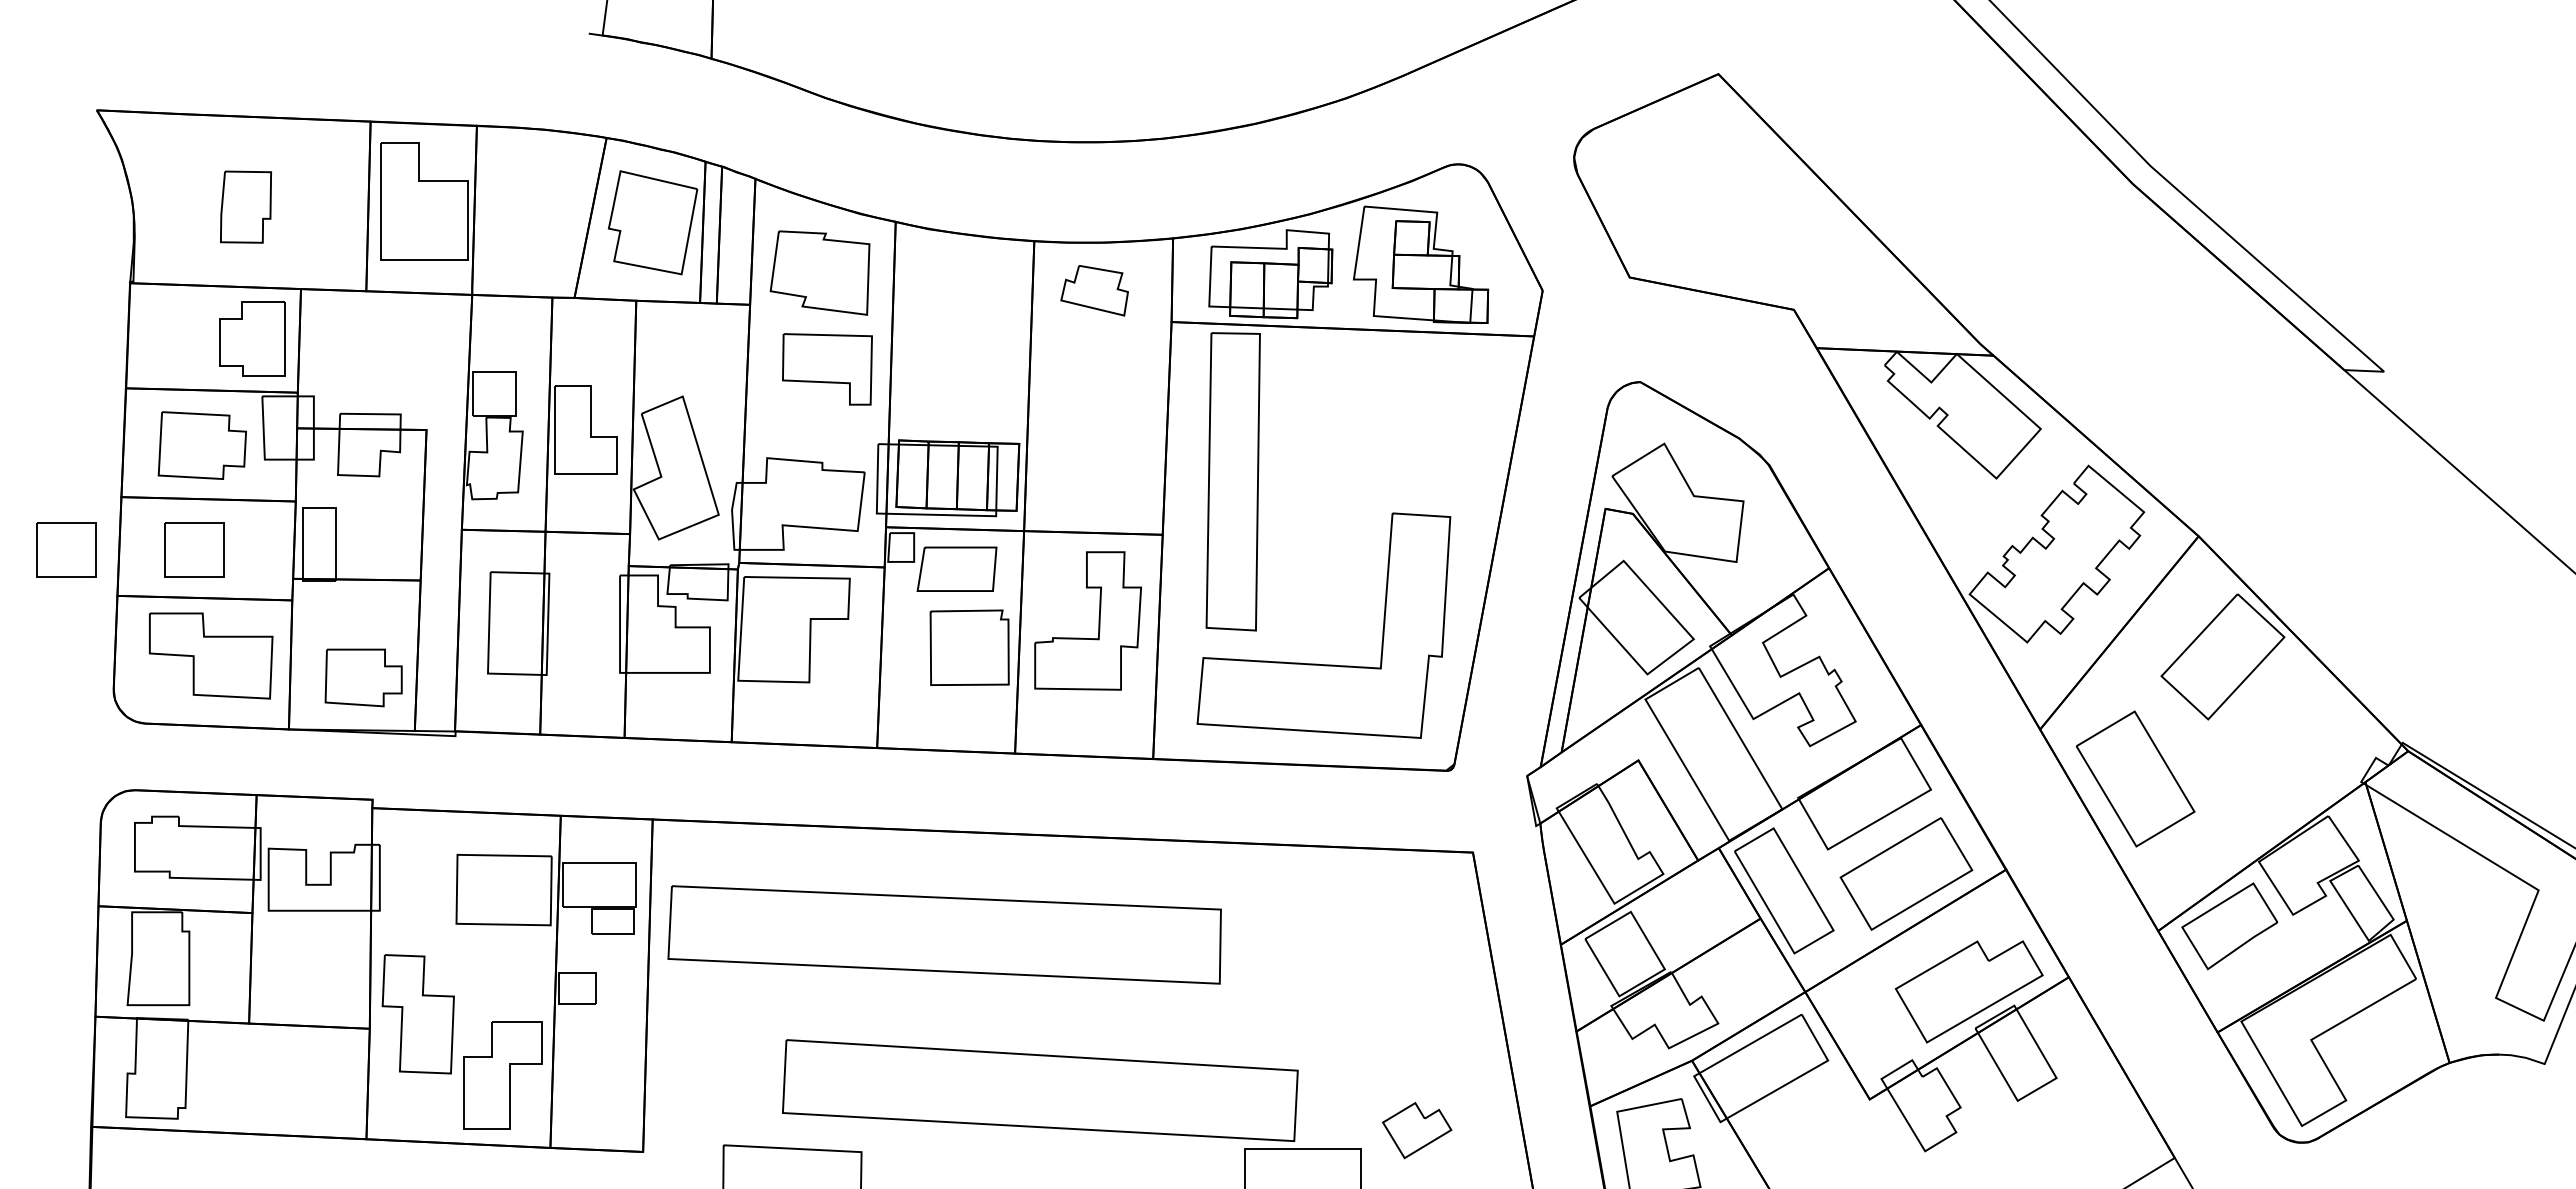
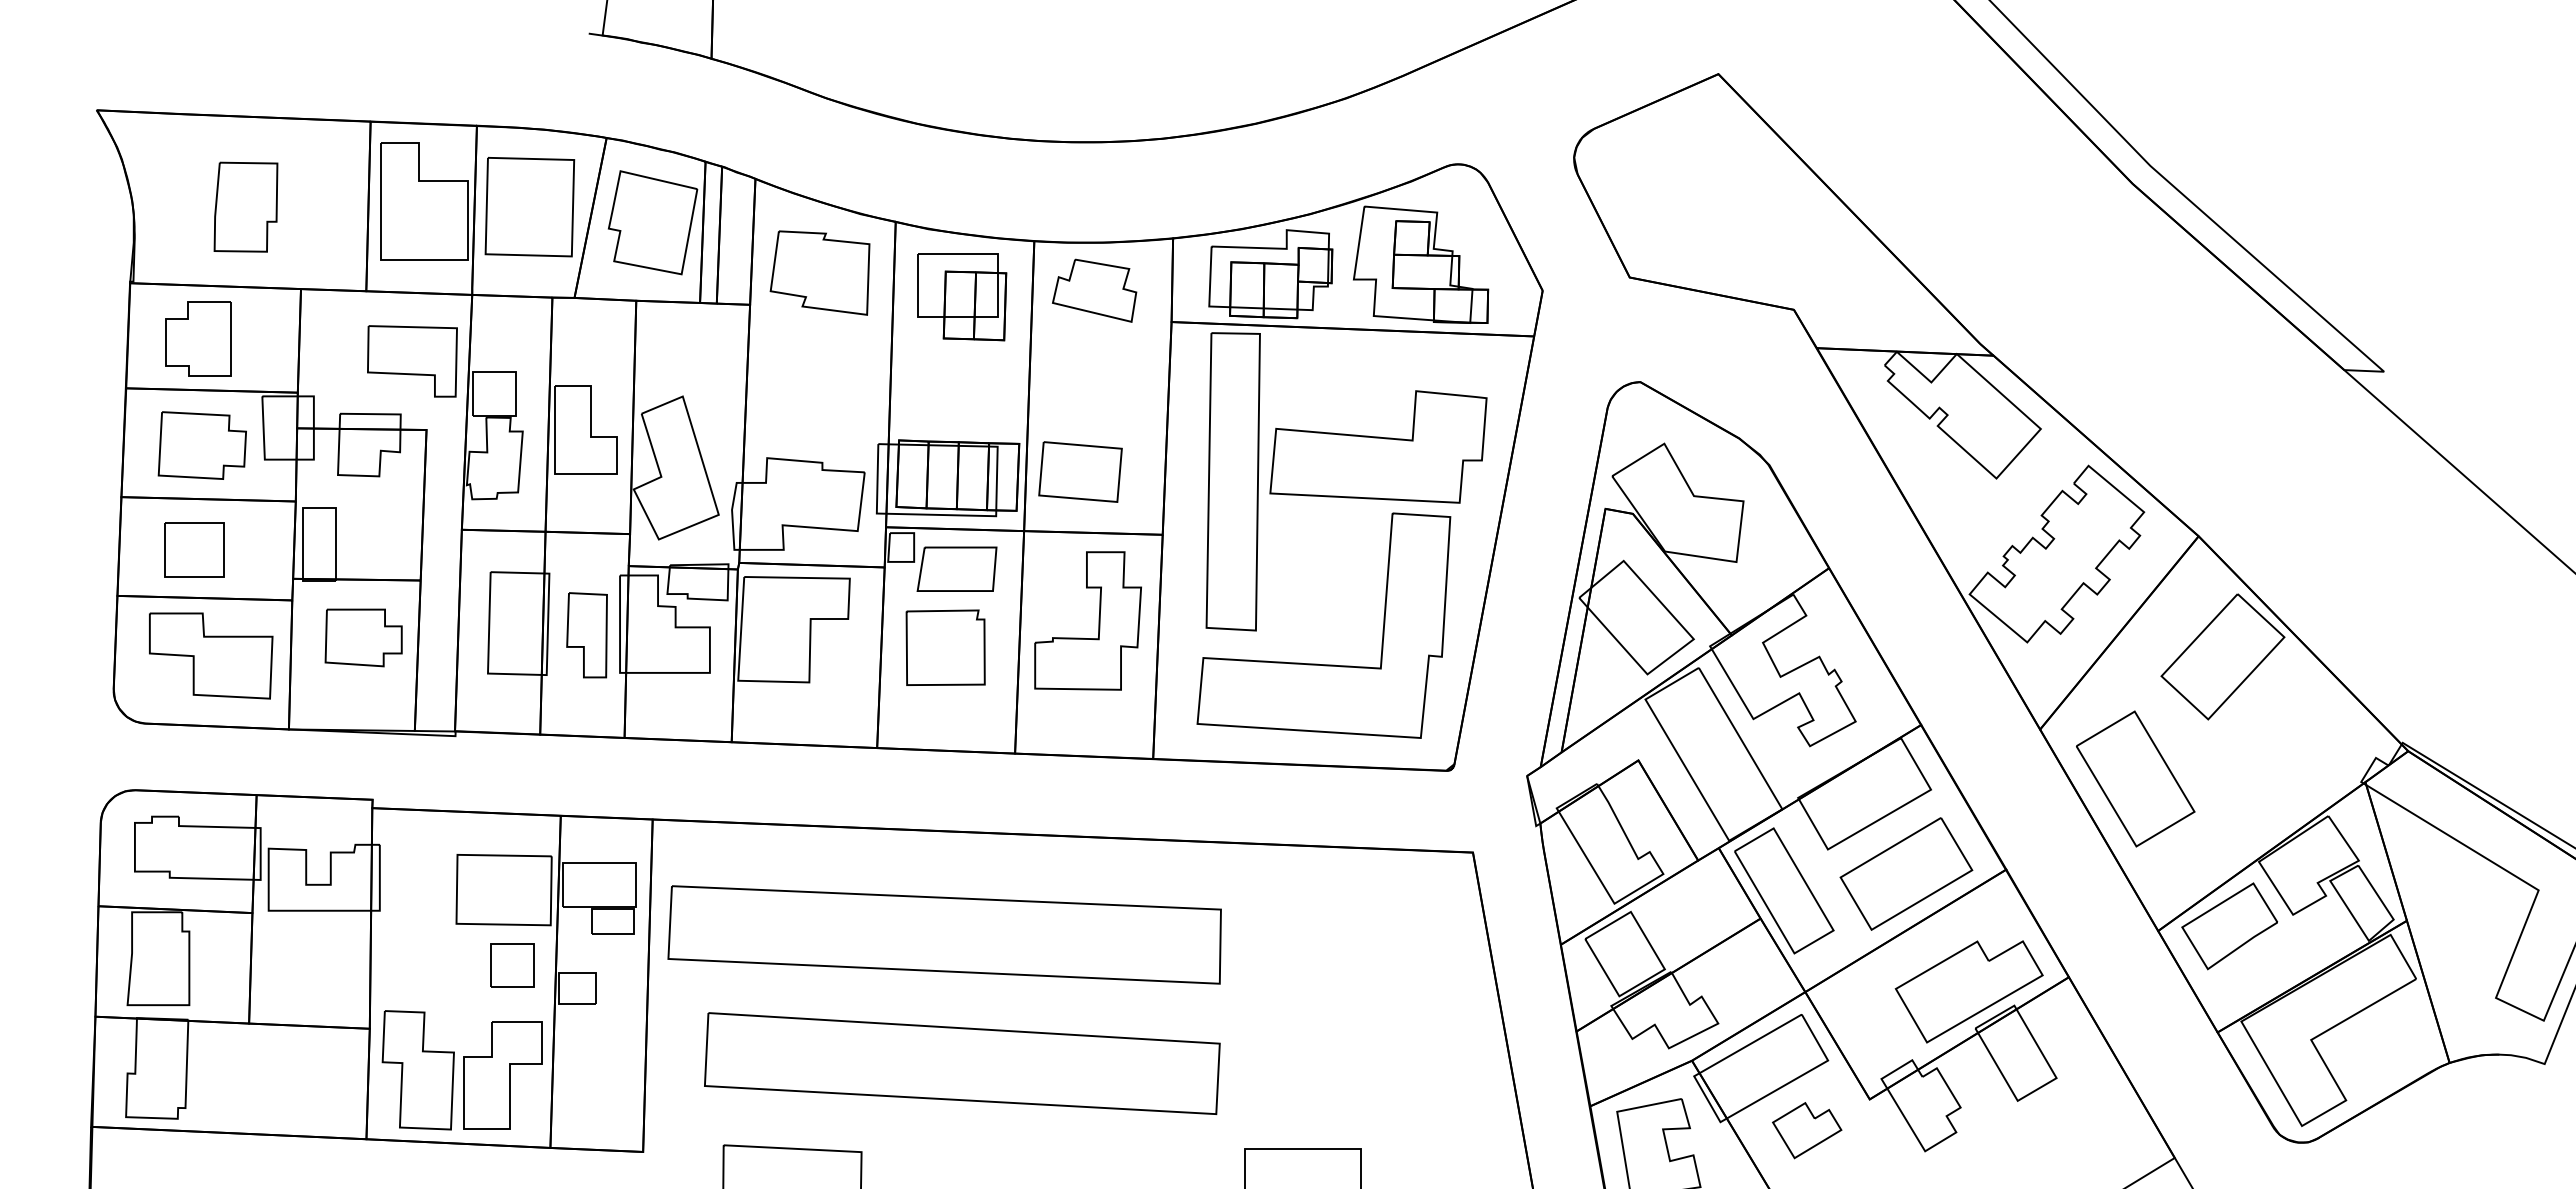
part at (245, 206) size: 52x74 px -> 66x92 px
part at (529, 207): none -> present
part at (1094, 290) size: 69x52 px -> 86x65 px
part at (962, 297): none -> present
part at (252, 338) position: (252, 338) -> (198, 338)
part at (827, 369) position: (827, 369) -> (412, 361)
part at (1378, 446): none -> present
part at (1080, 471): none -> present
part at (66, 549): present -> none
part at (586, 635): none -> present
part at (969, 647) position: (969, 647) -> (945, 647)
part at (363, 677) position: (363, 677) -> (363, 637)
part at (512, 965): none -> present
part at (417, 1014) position: (417, 1014) -> (417, 1070)
part at (1040, 1090) position: (1040, 1090) -> (962, 1063)
part at (1417, 1130) position: (1417, 1130) -> (1807, 1130)
